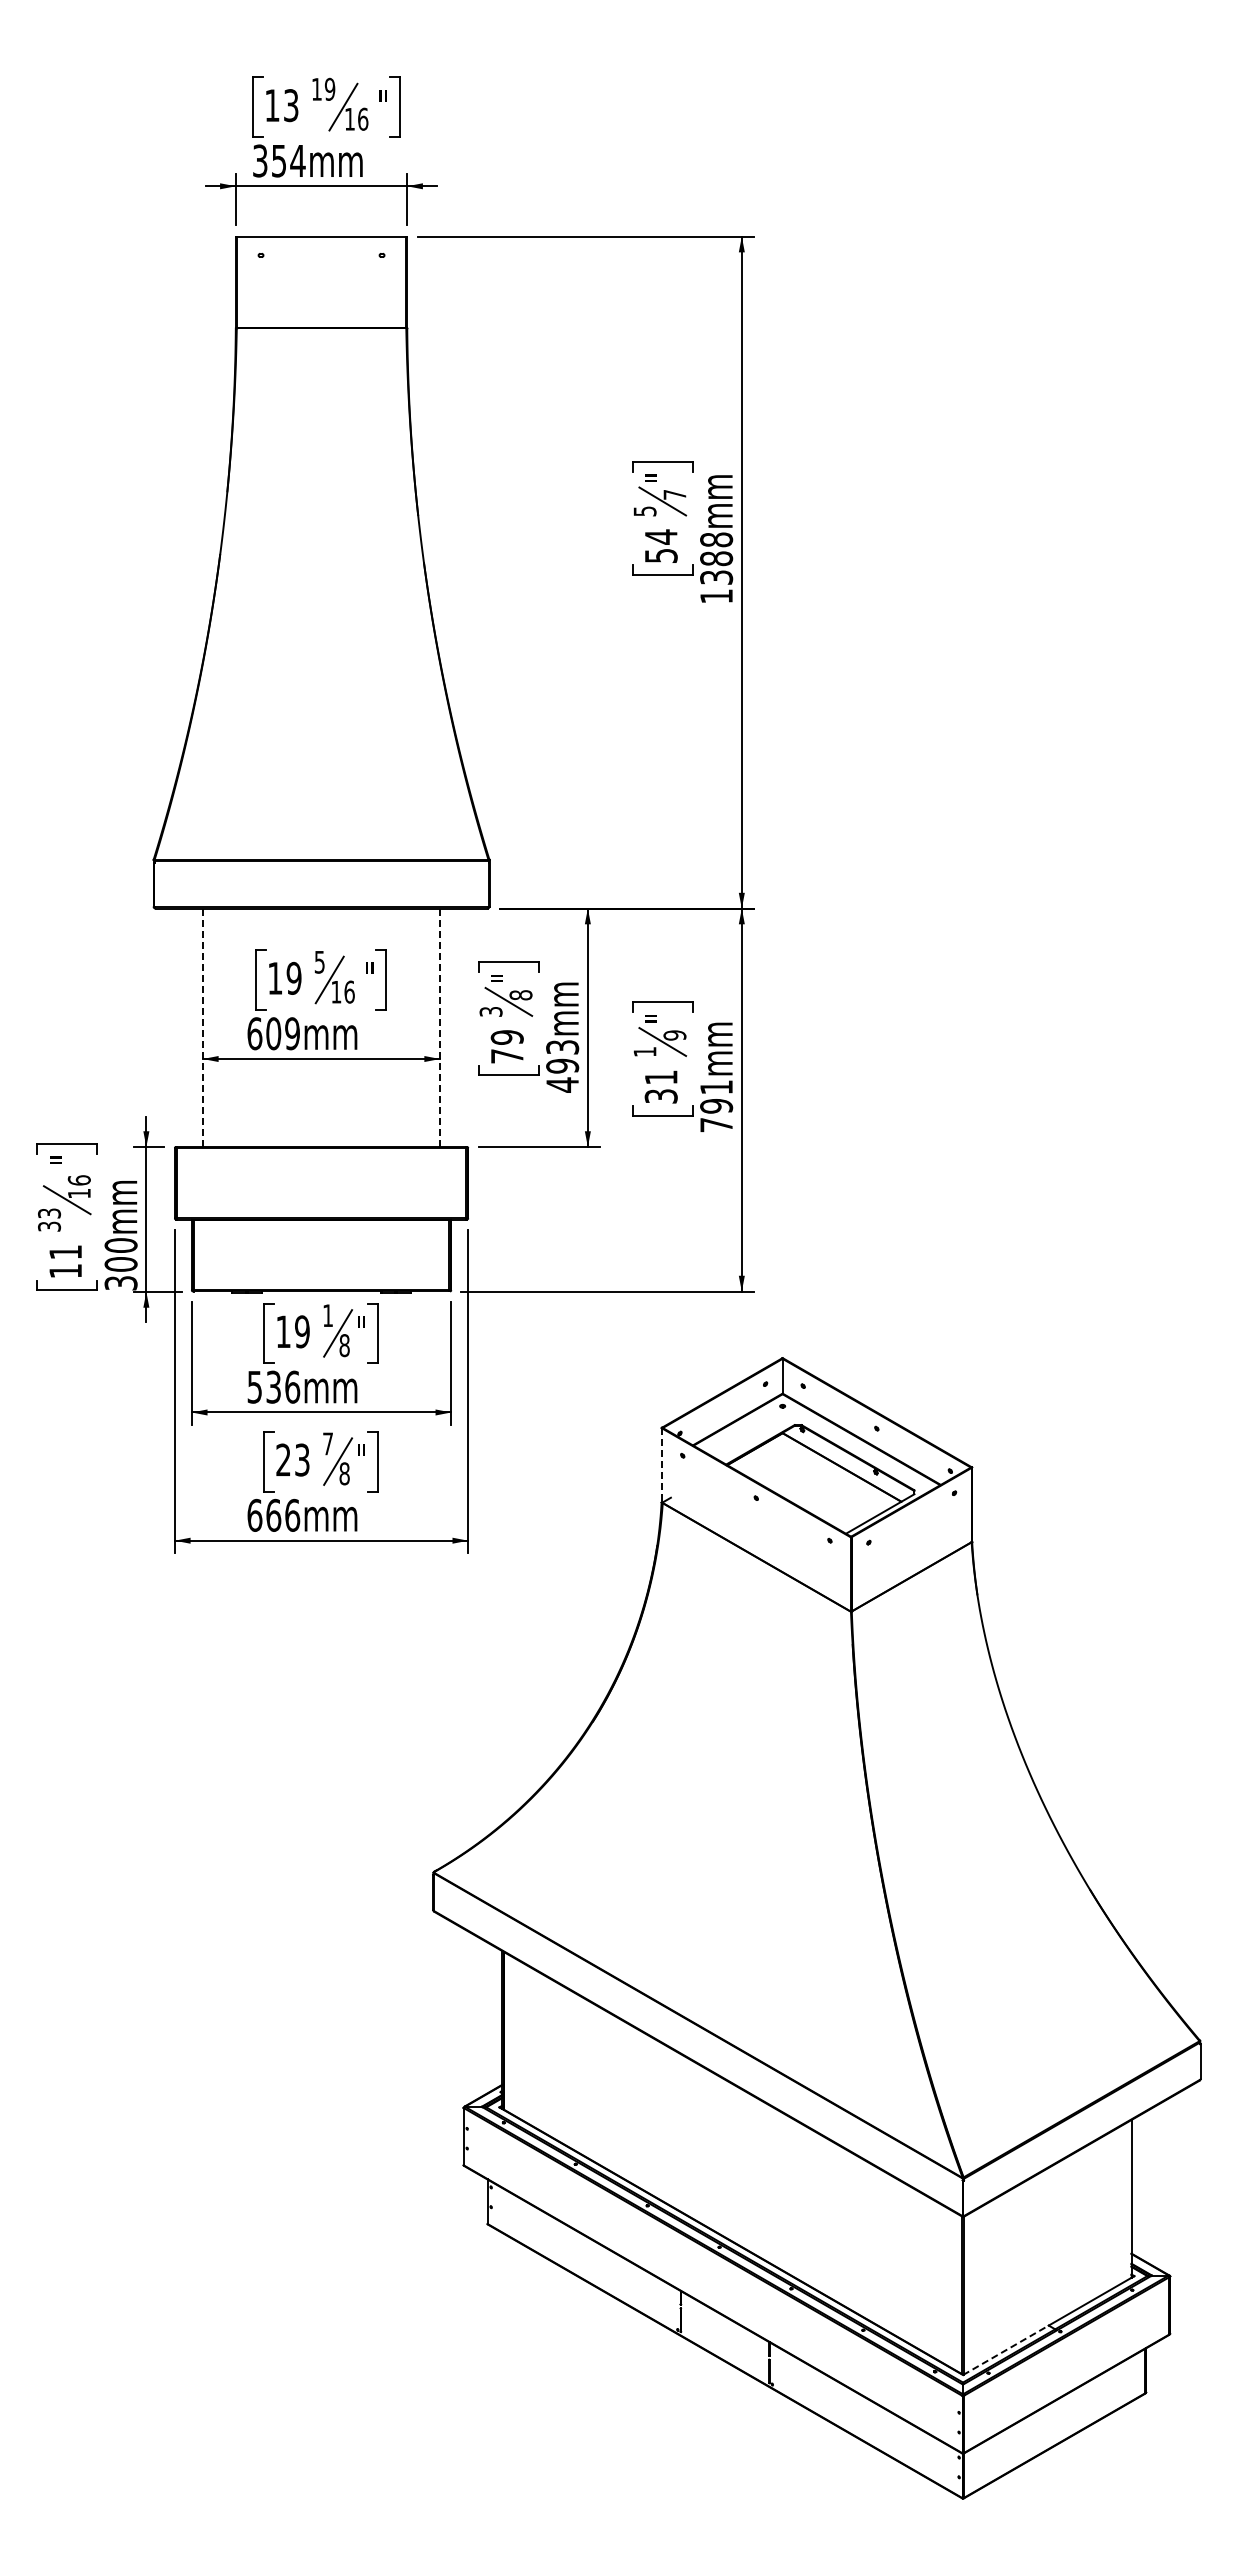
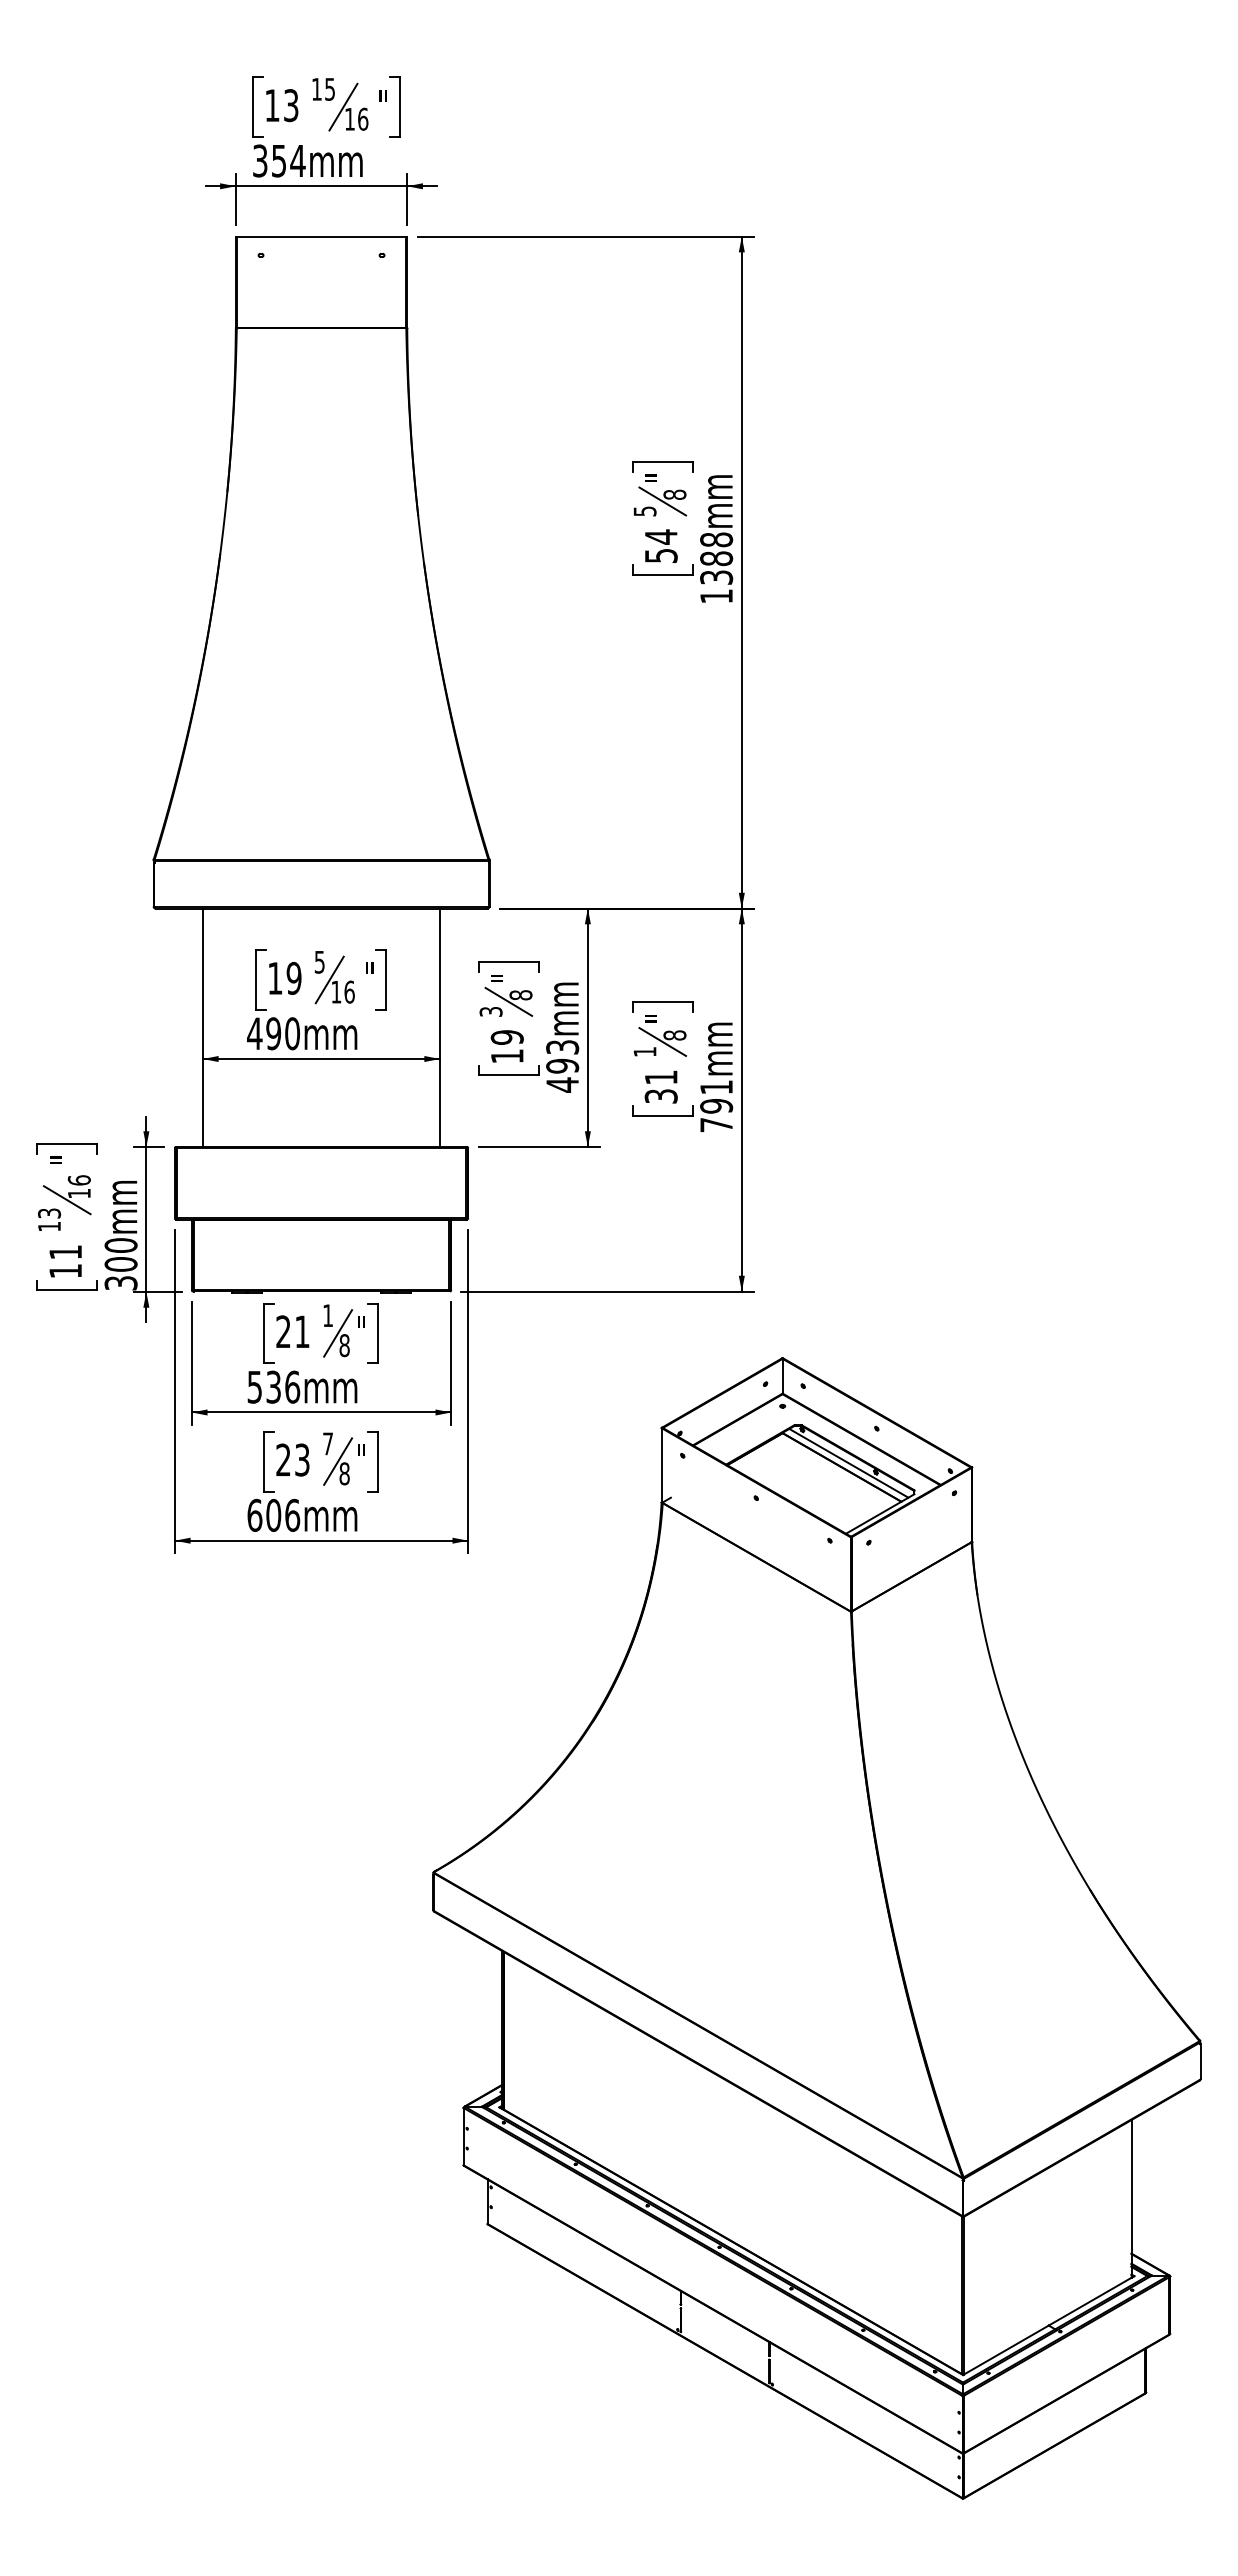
text at (329, 88): 19 -> 15
text at (674, 494): 7 -> 8
line at (202, 1027): dashed -> solid
line at (440, 1028): dashed -> solid
text at (273, 1033): 609mm -> 490mm
text at (674, 1035): 9 -> 8
text at (507, 1056): 79 -> 19
text at (49, 1226): 33 -> 13
text at (292, 1331): 19 -> 21
line at (848, 1462): none -> present
line at (661, 1465): dashed -> solid
text at (273, 1514): 666mm -> 606mm
line at (1006, 2350): dashed -> solid
